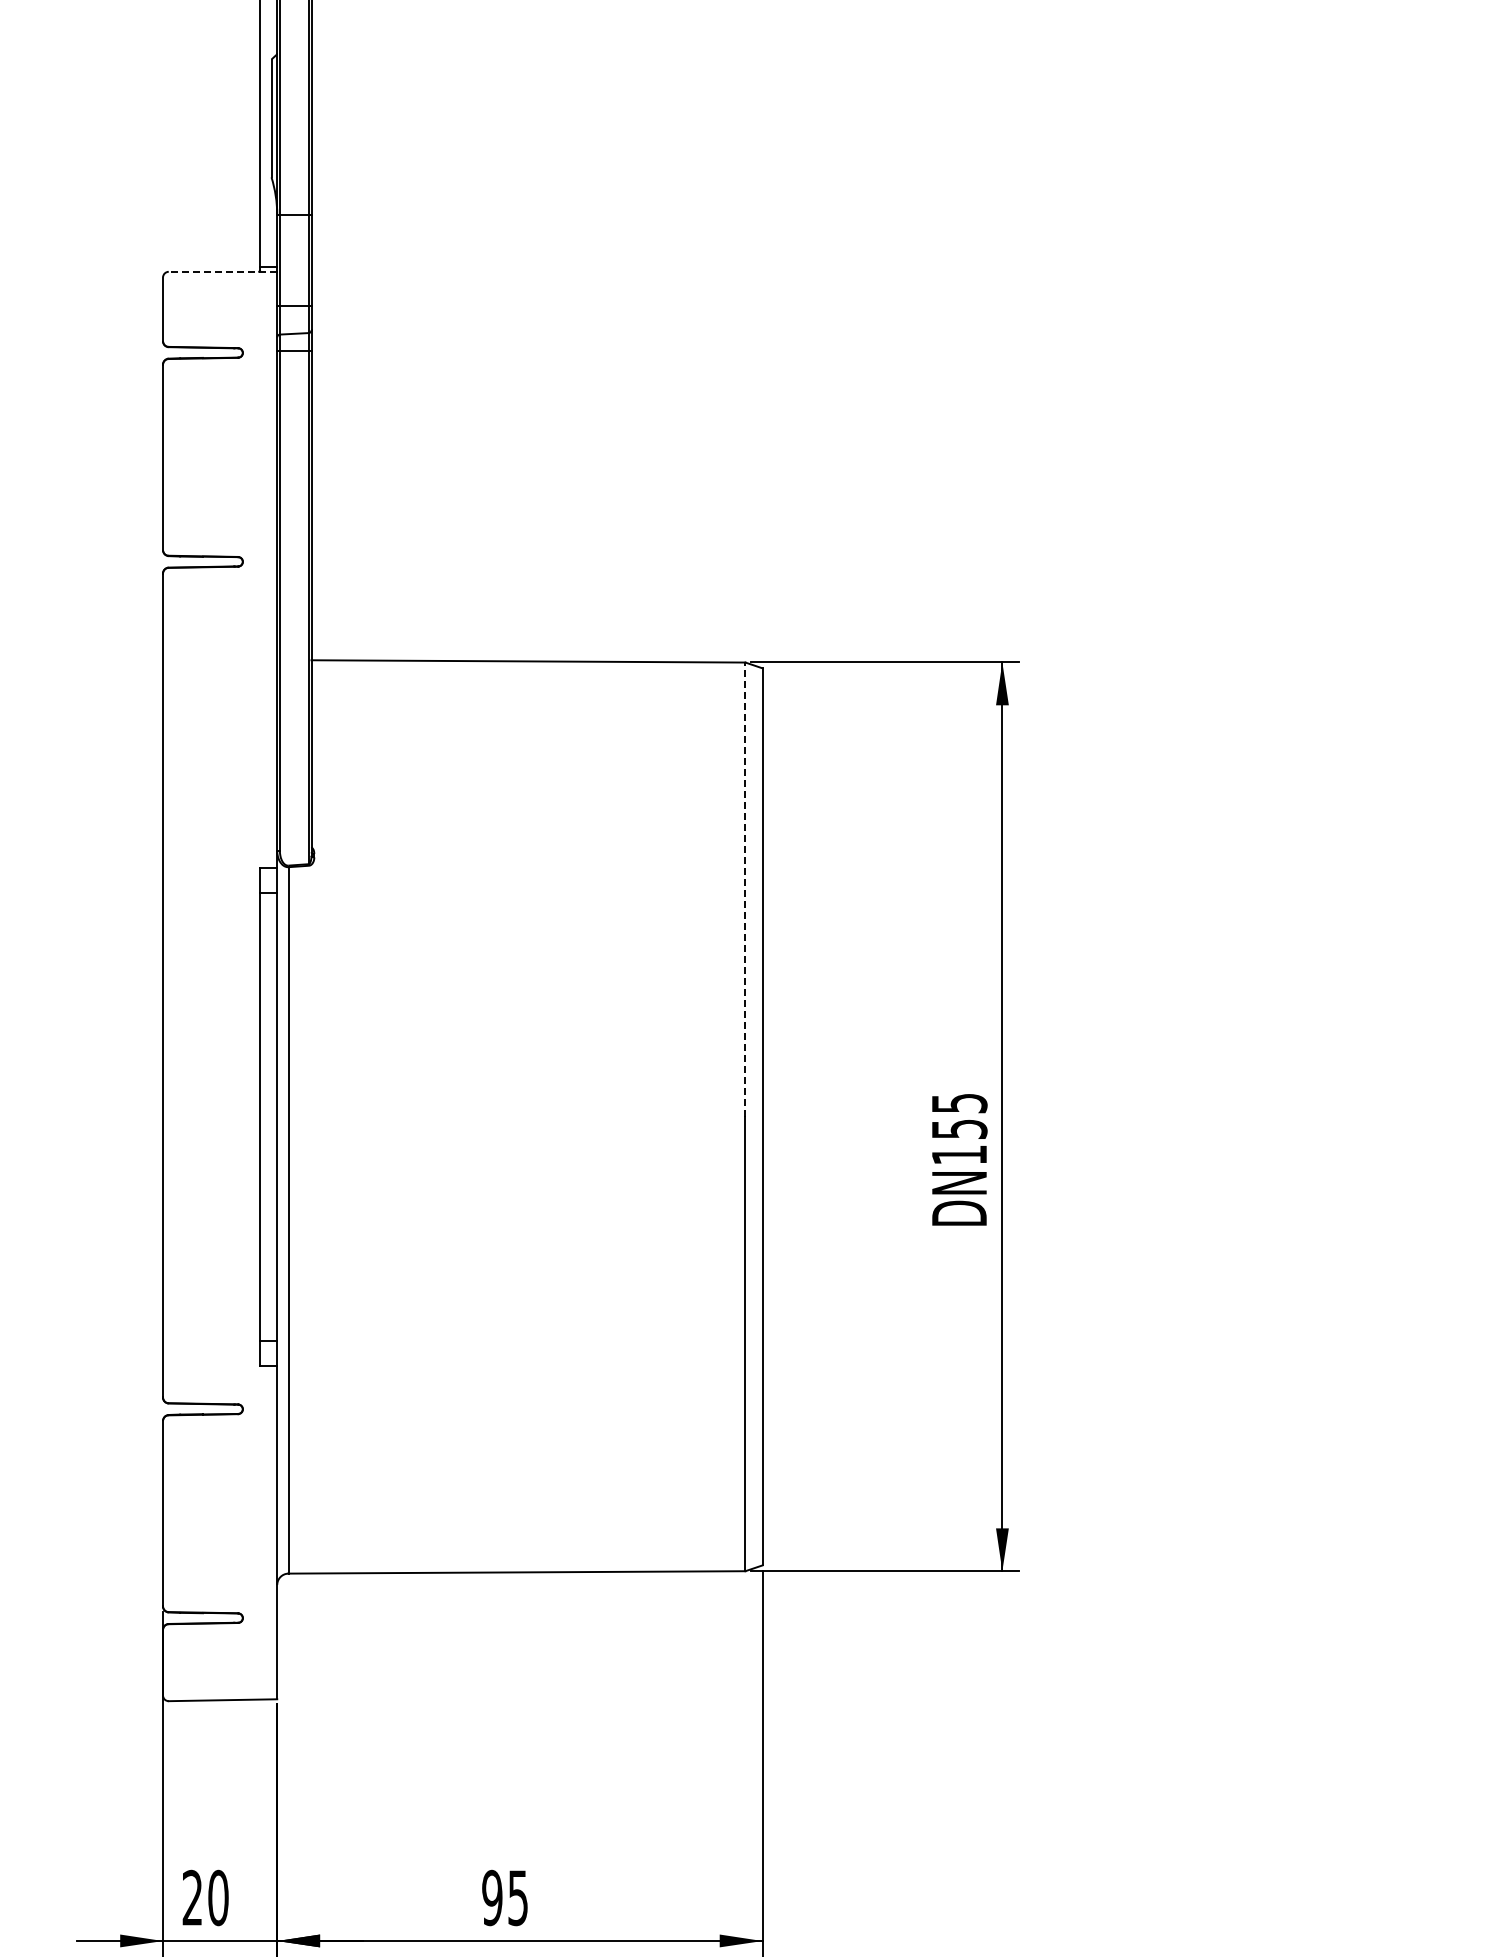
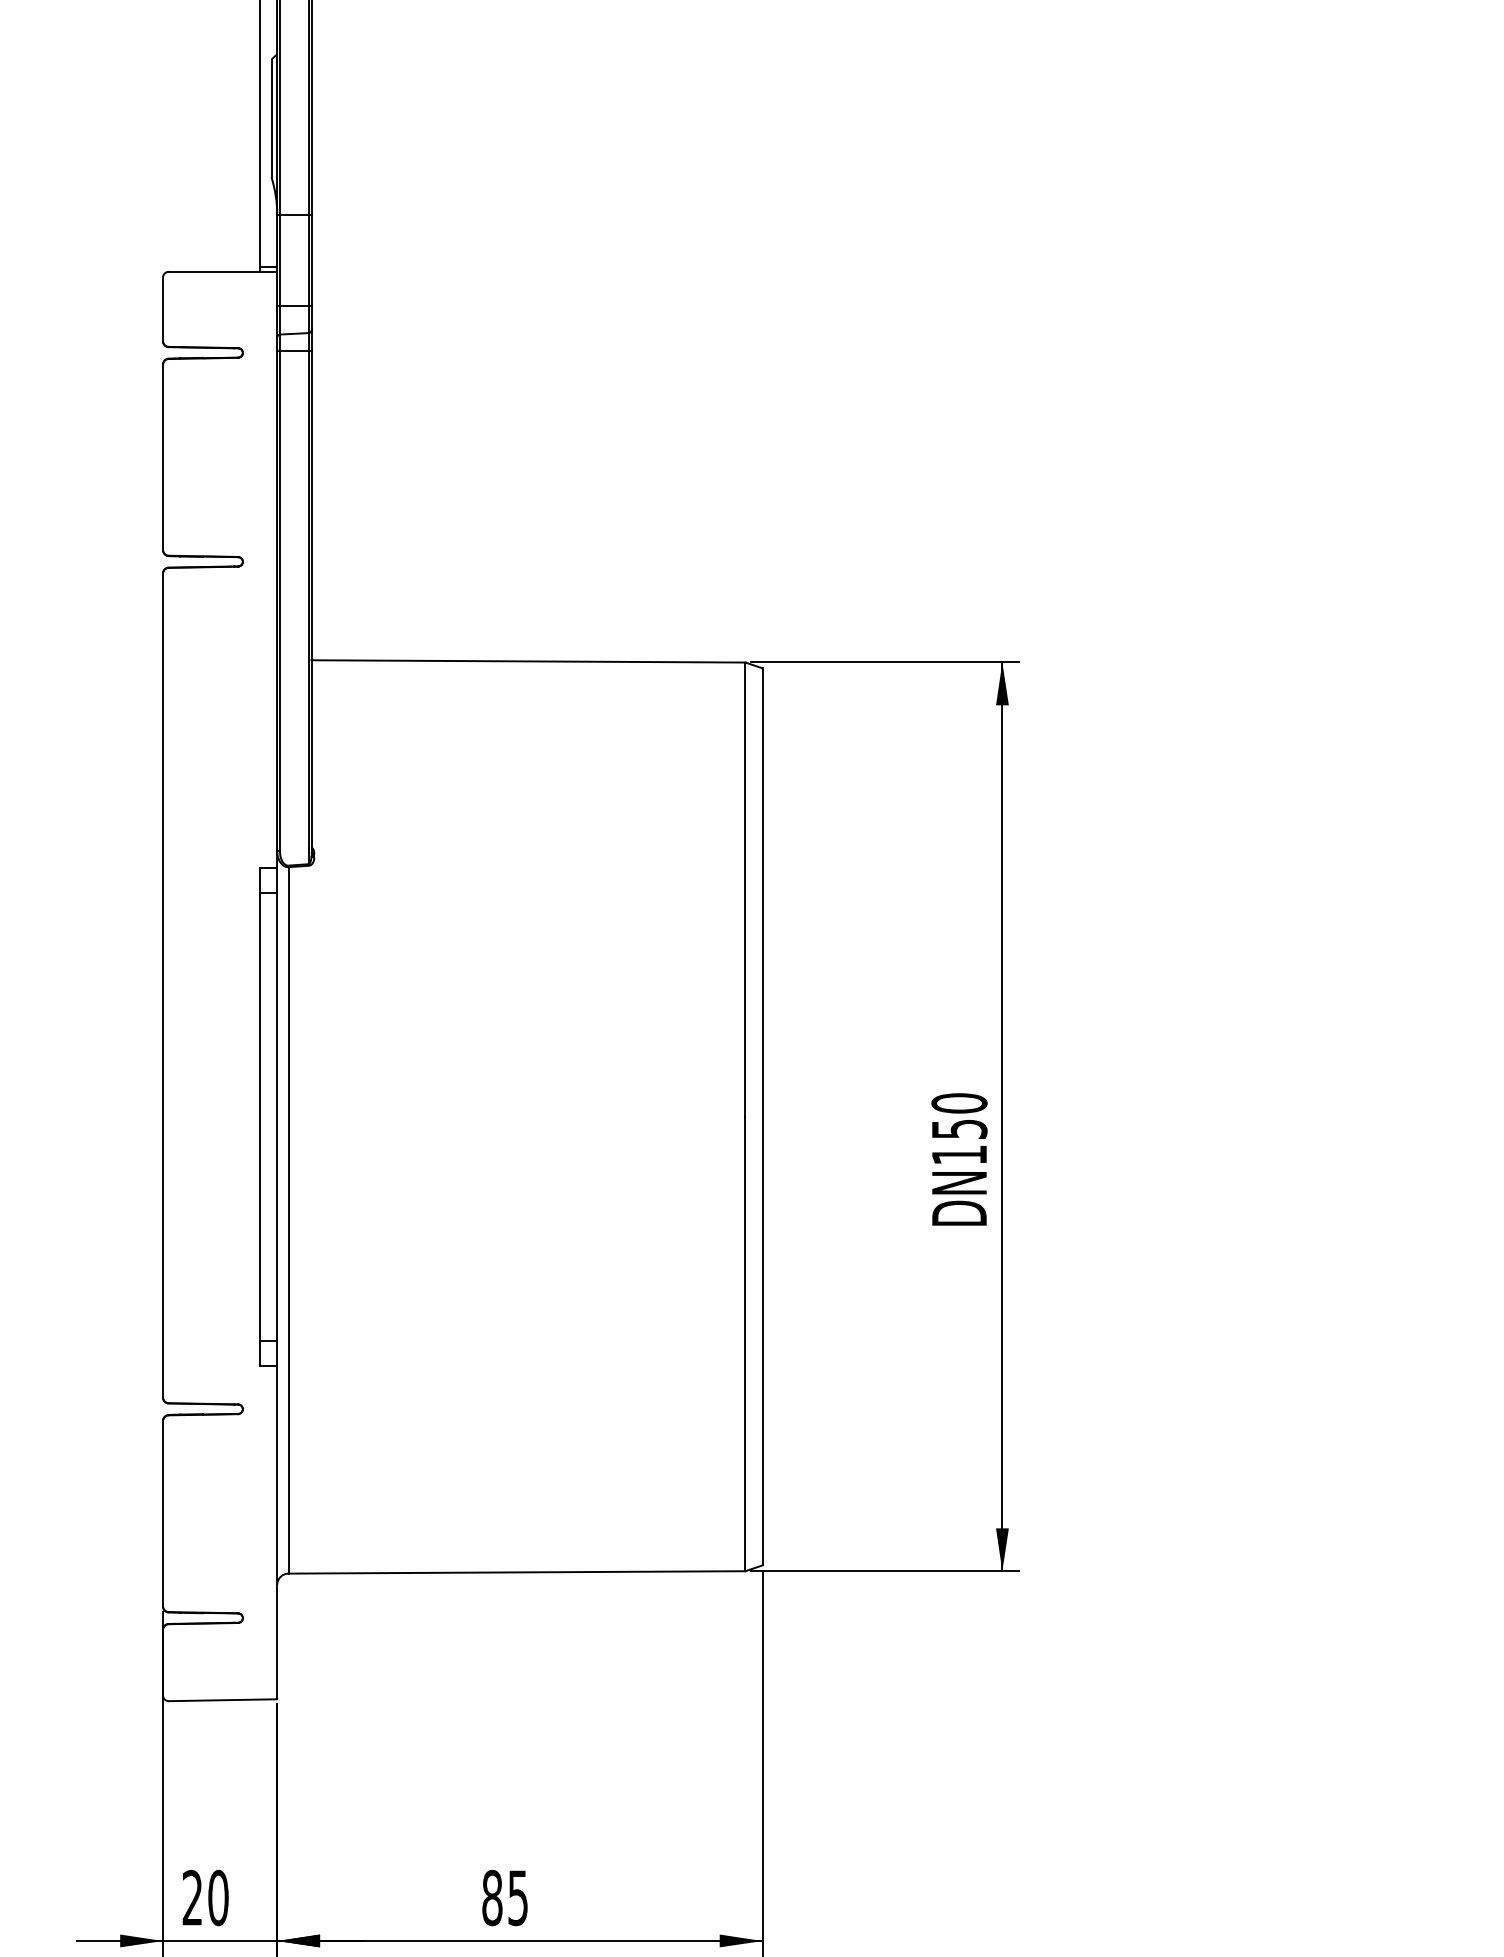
line at (222, 271): dashed -> solid
line at (745, 889): dashed -> solid
text at (959, 1103): DN155 -> DN150
text at (492, 1898): 95 -> 85
